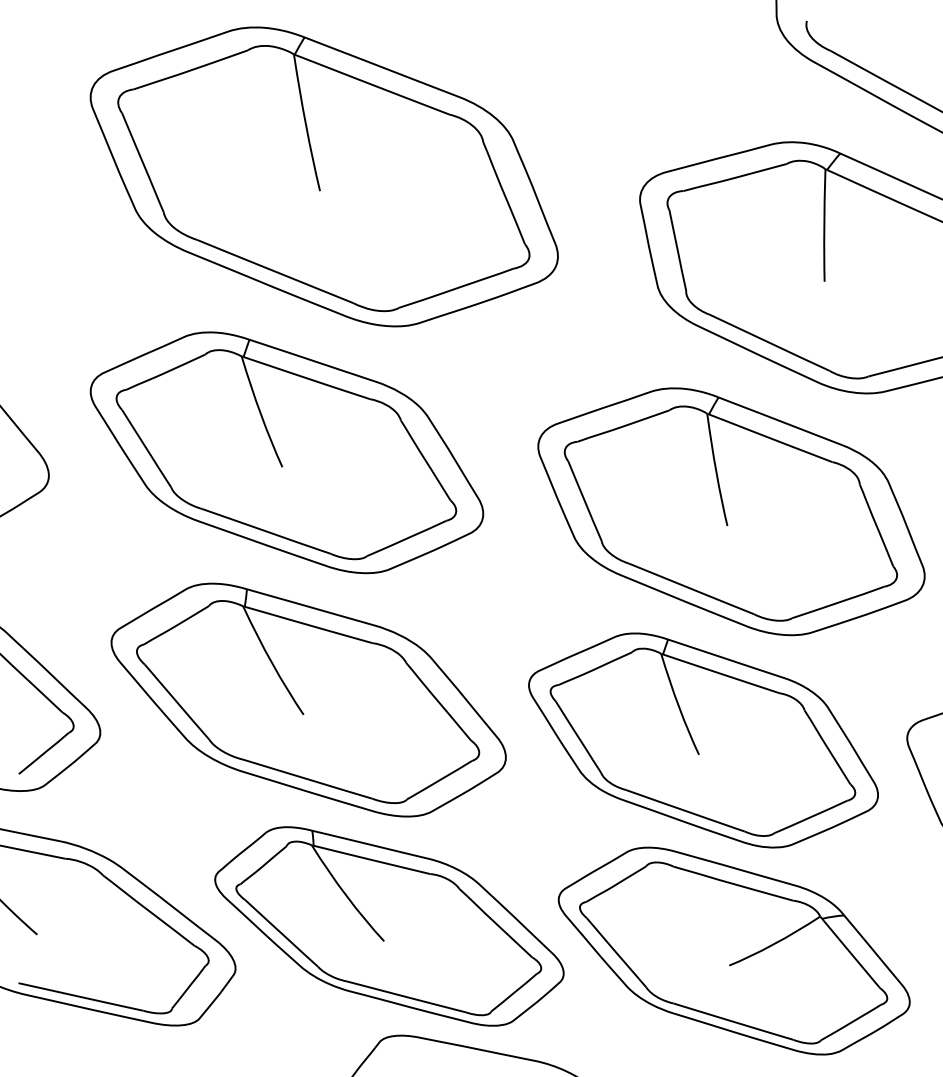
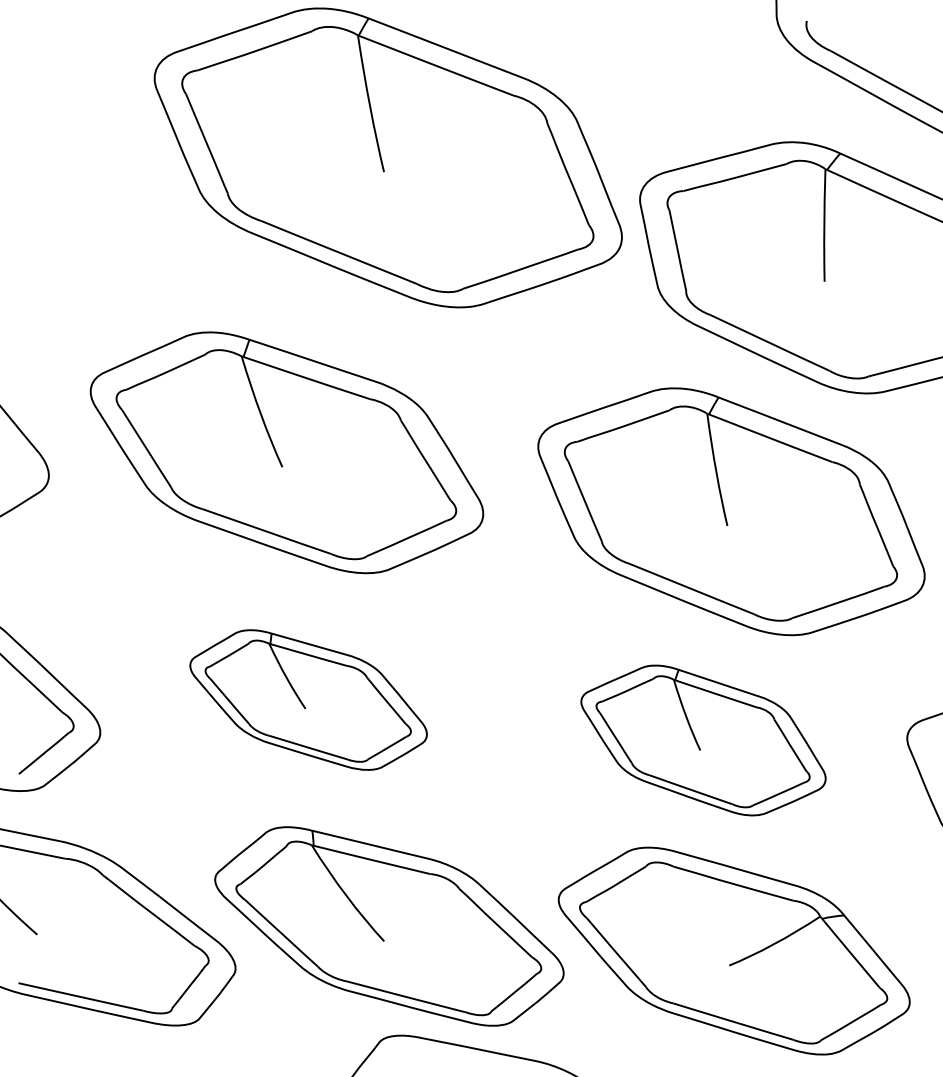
part at (323, 176) position: (323, 176) -> (387, 157)
part at (308, 699) size: 397x236 px -> 239x142 px
part at (703, 740) size: 351x217 px -> 247x153 px
